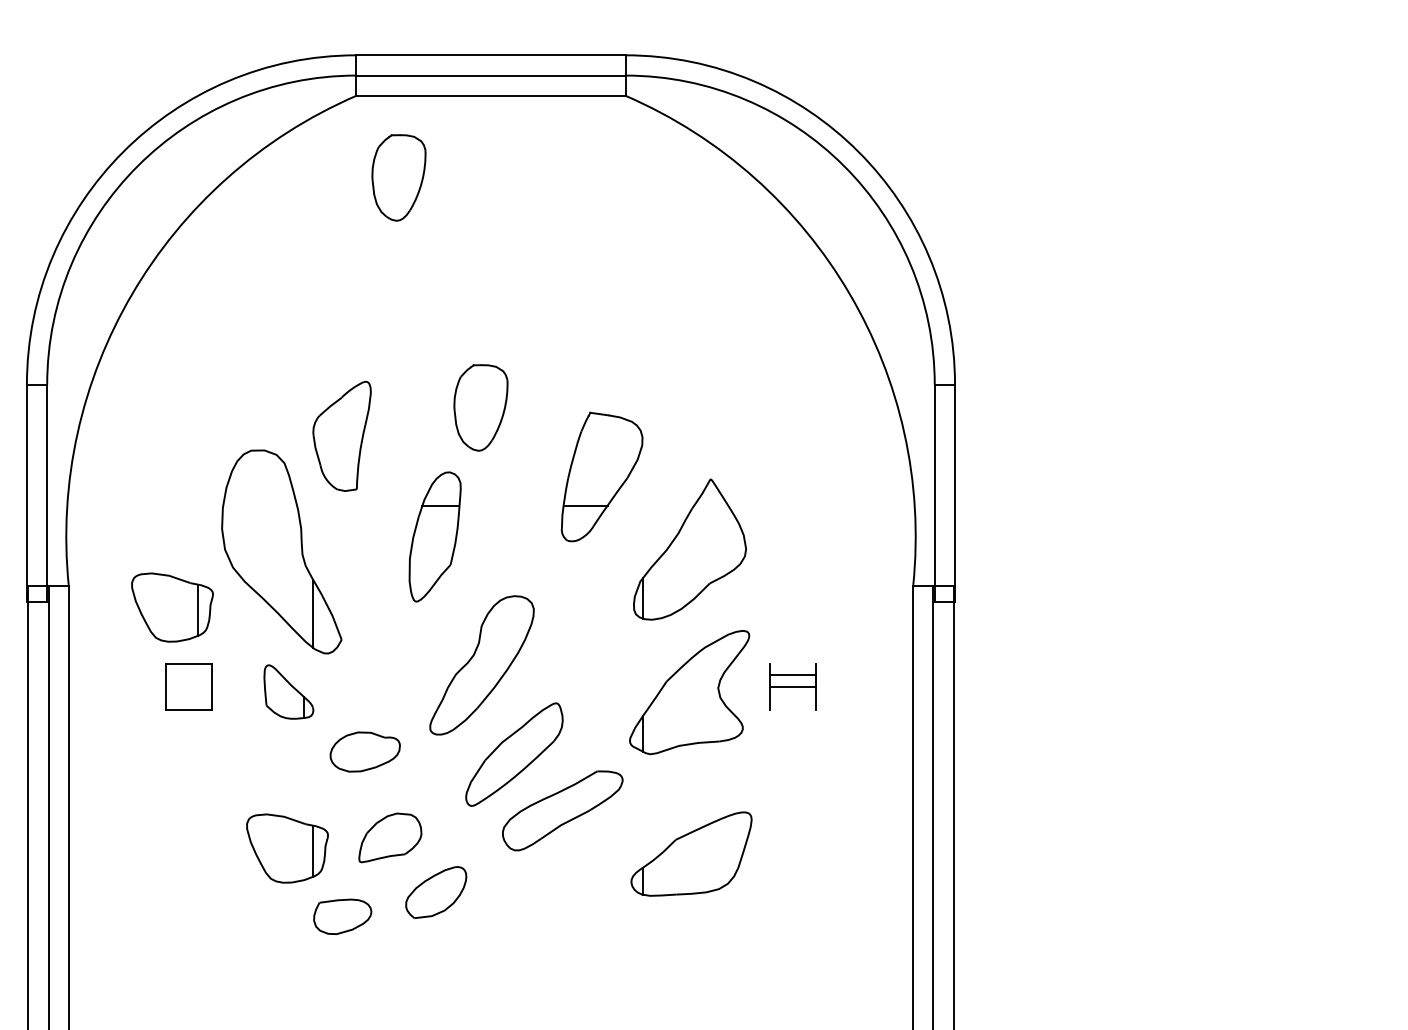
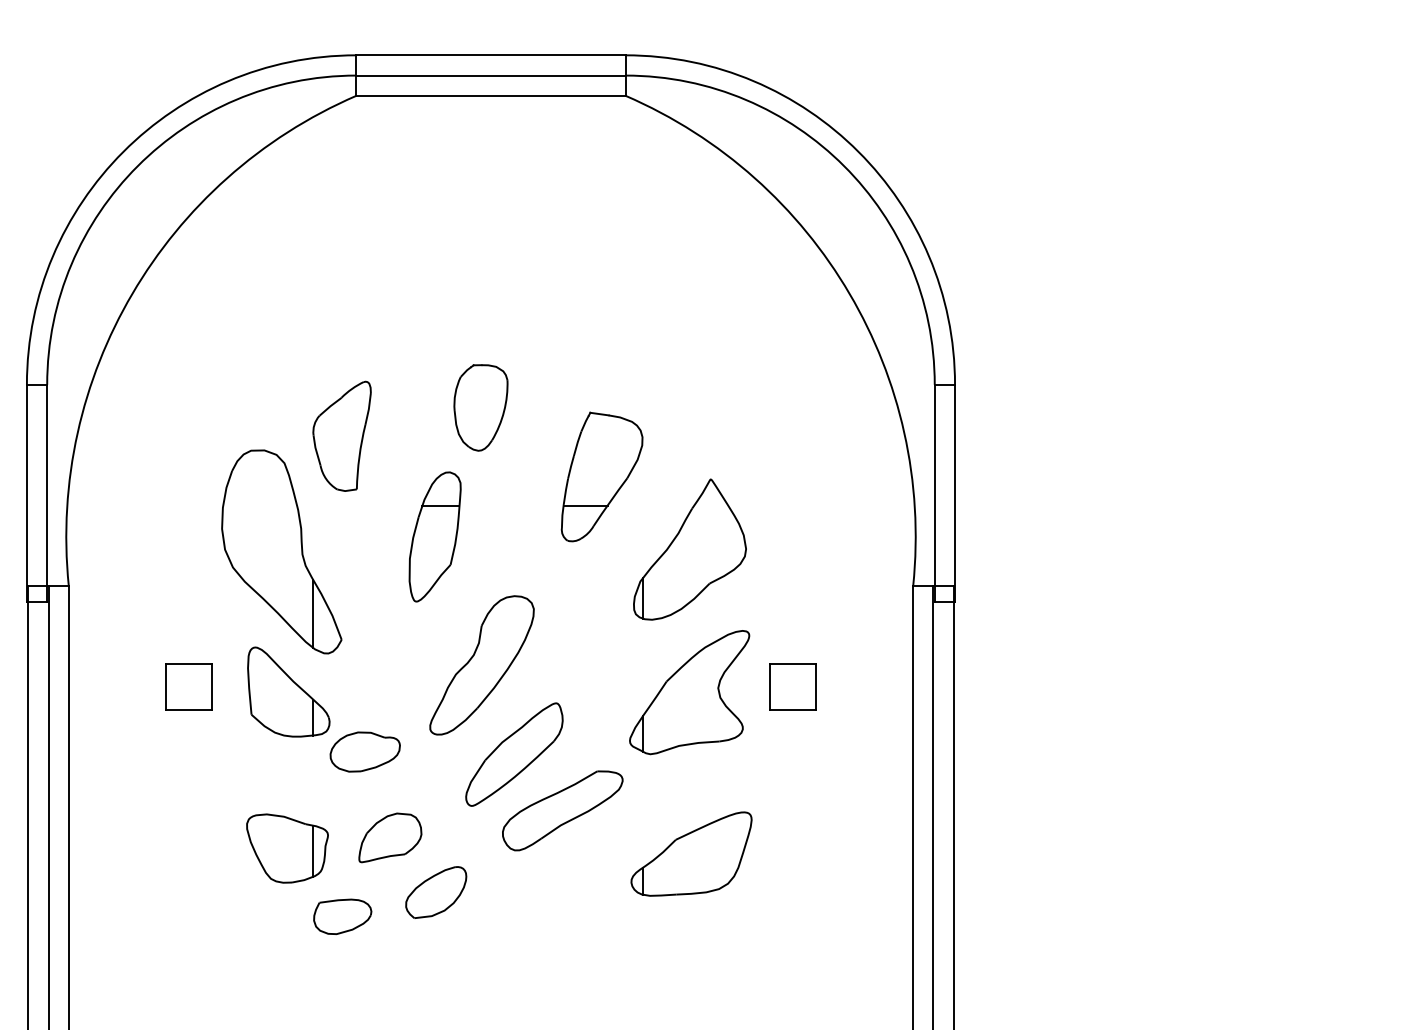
part at (398, 177): present -> none
part at (172, 607): present -> none
line at (793, 674) position: (793, 674) -> (793, 663)
line at (793, 686) position: (793, 686) -> (793, 709)
part at (288, 691) size: 52x56 px -> 84x92 px
